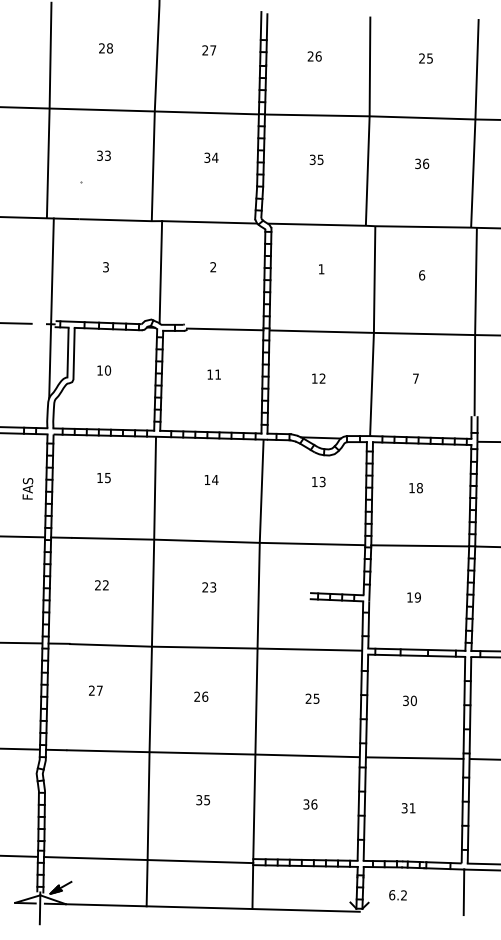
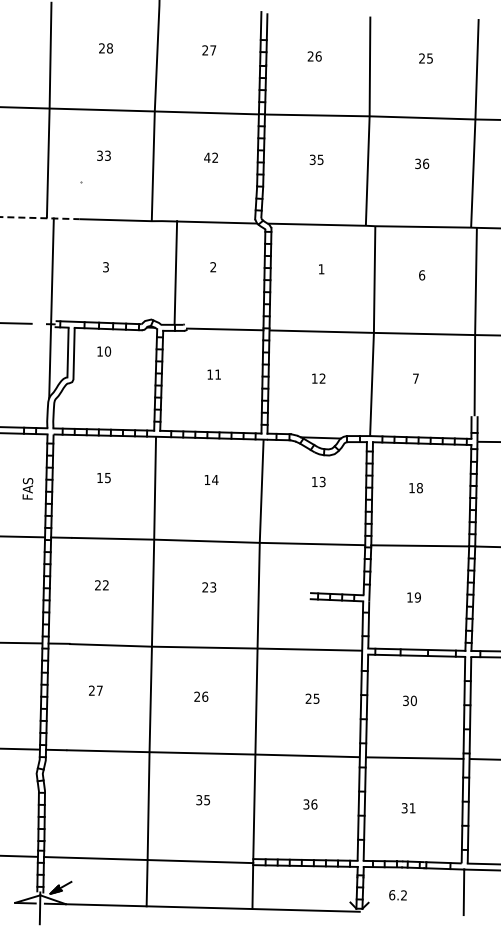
text at (211, 157): 34 -> 42
line at (40, 218): solid -> dashed
line at (160, 272) position: (160, 272) -> (175, 272)
text at (104, 370) position: (104, 370) -> (104, 351)
